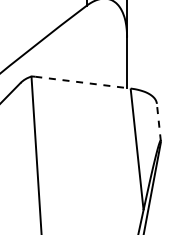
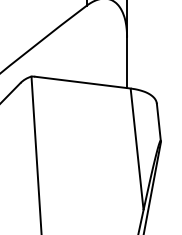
line at (83, 82): dashed -> solid
line at (158, 122): dashed -> solid
